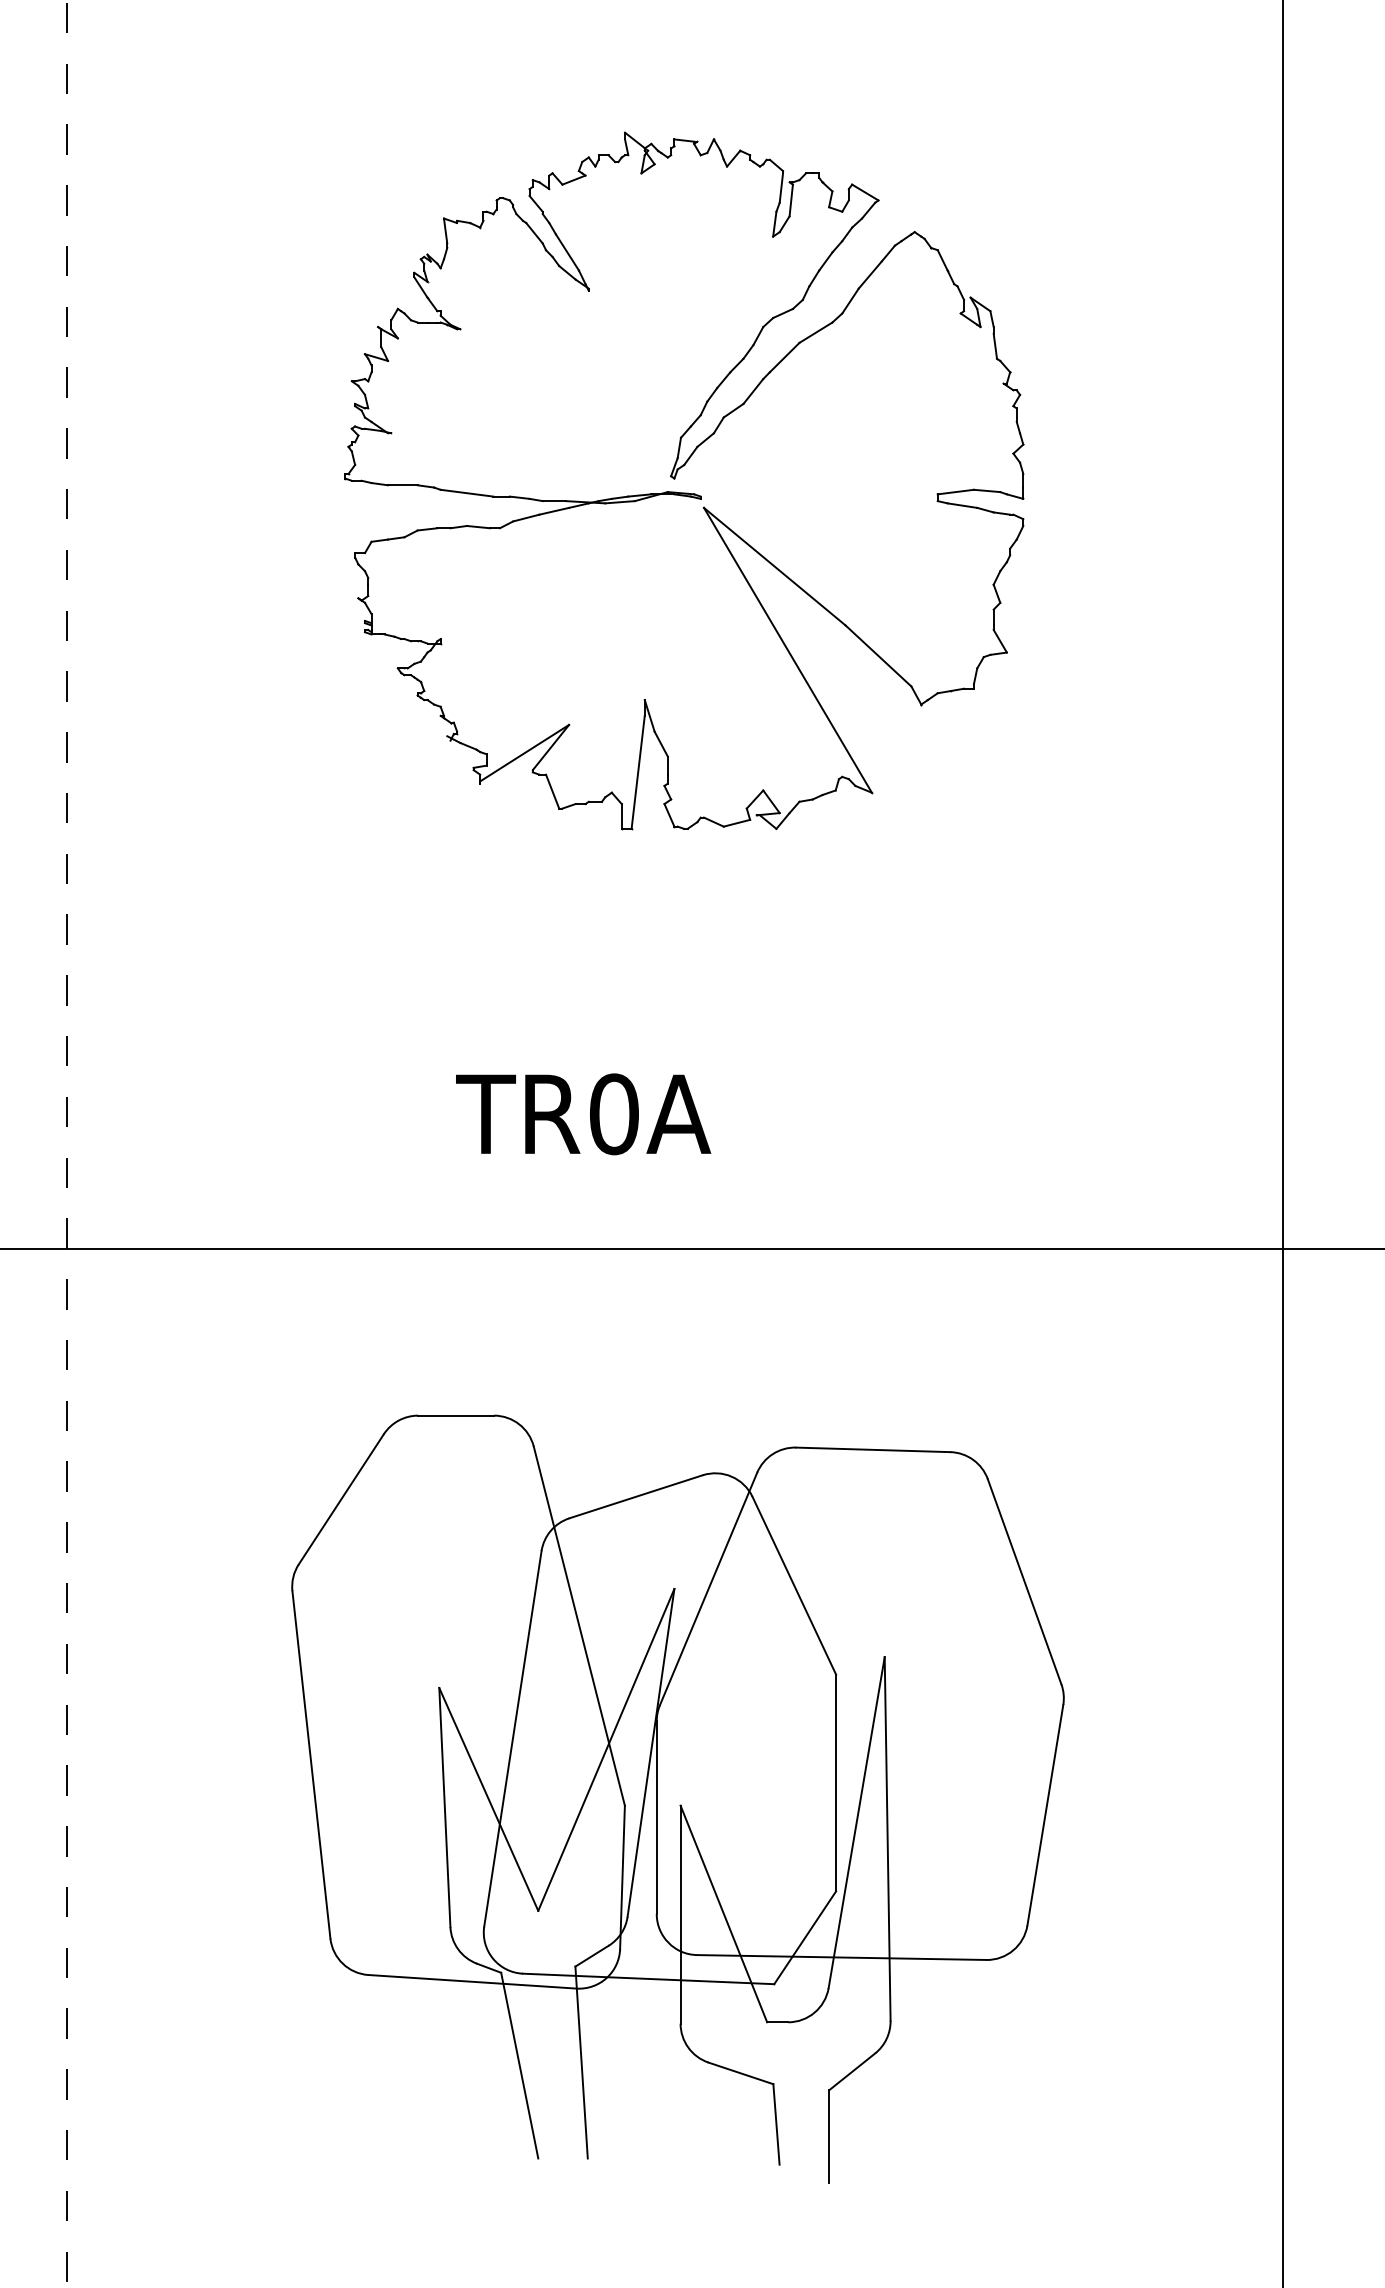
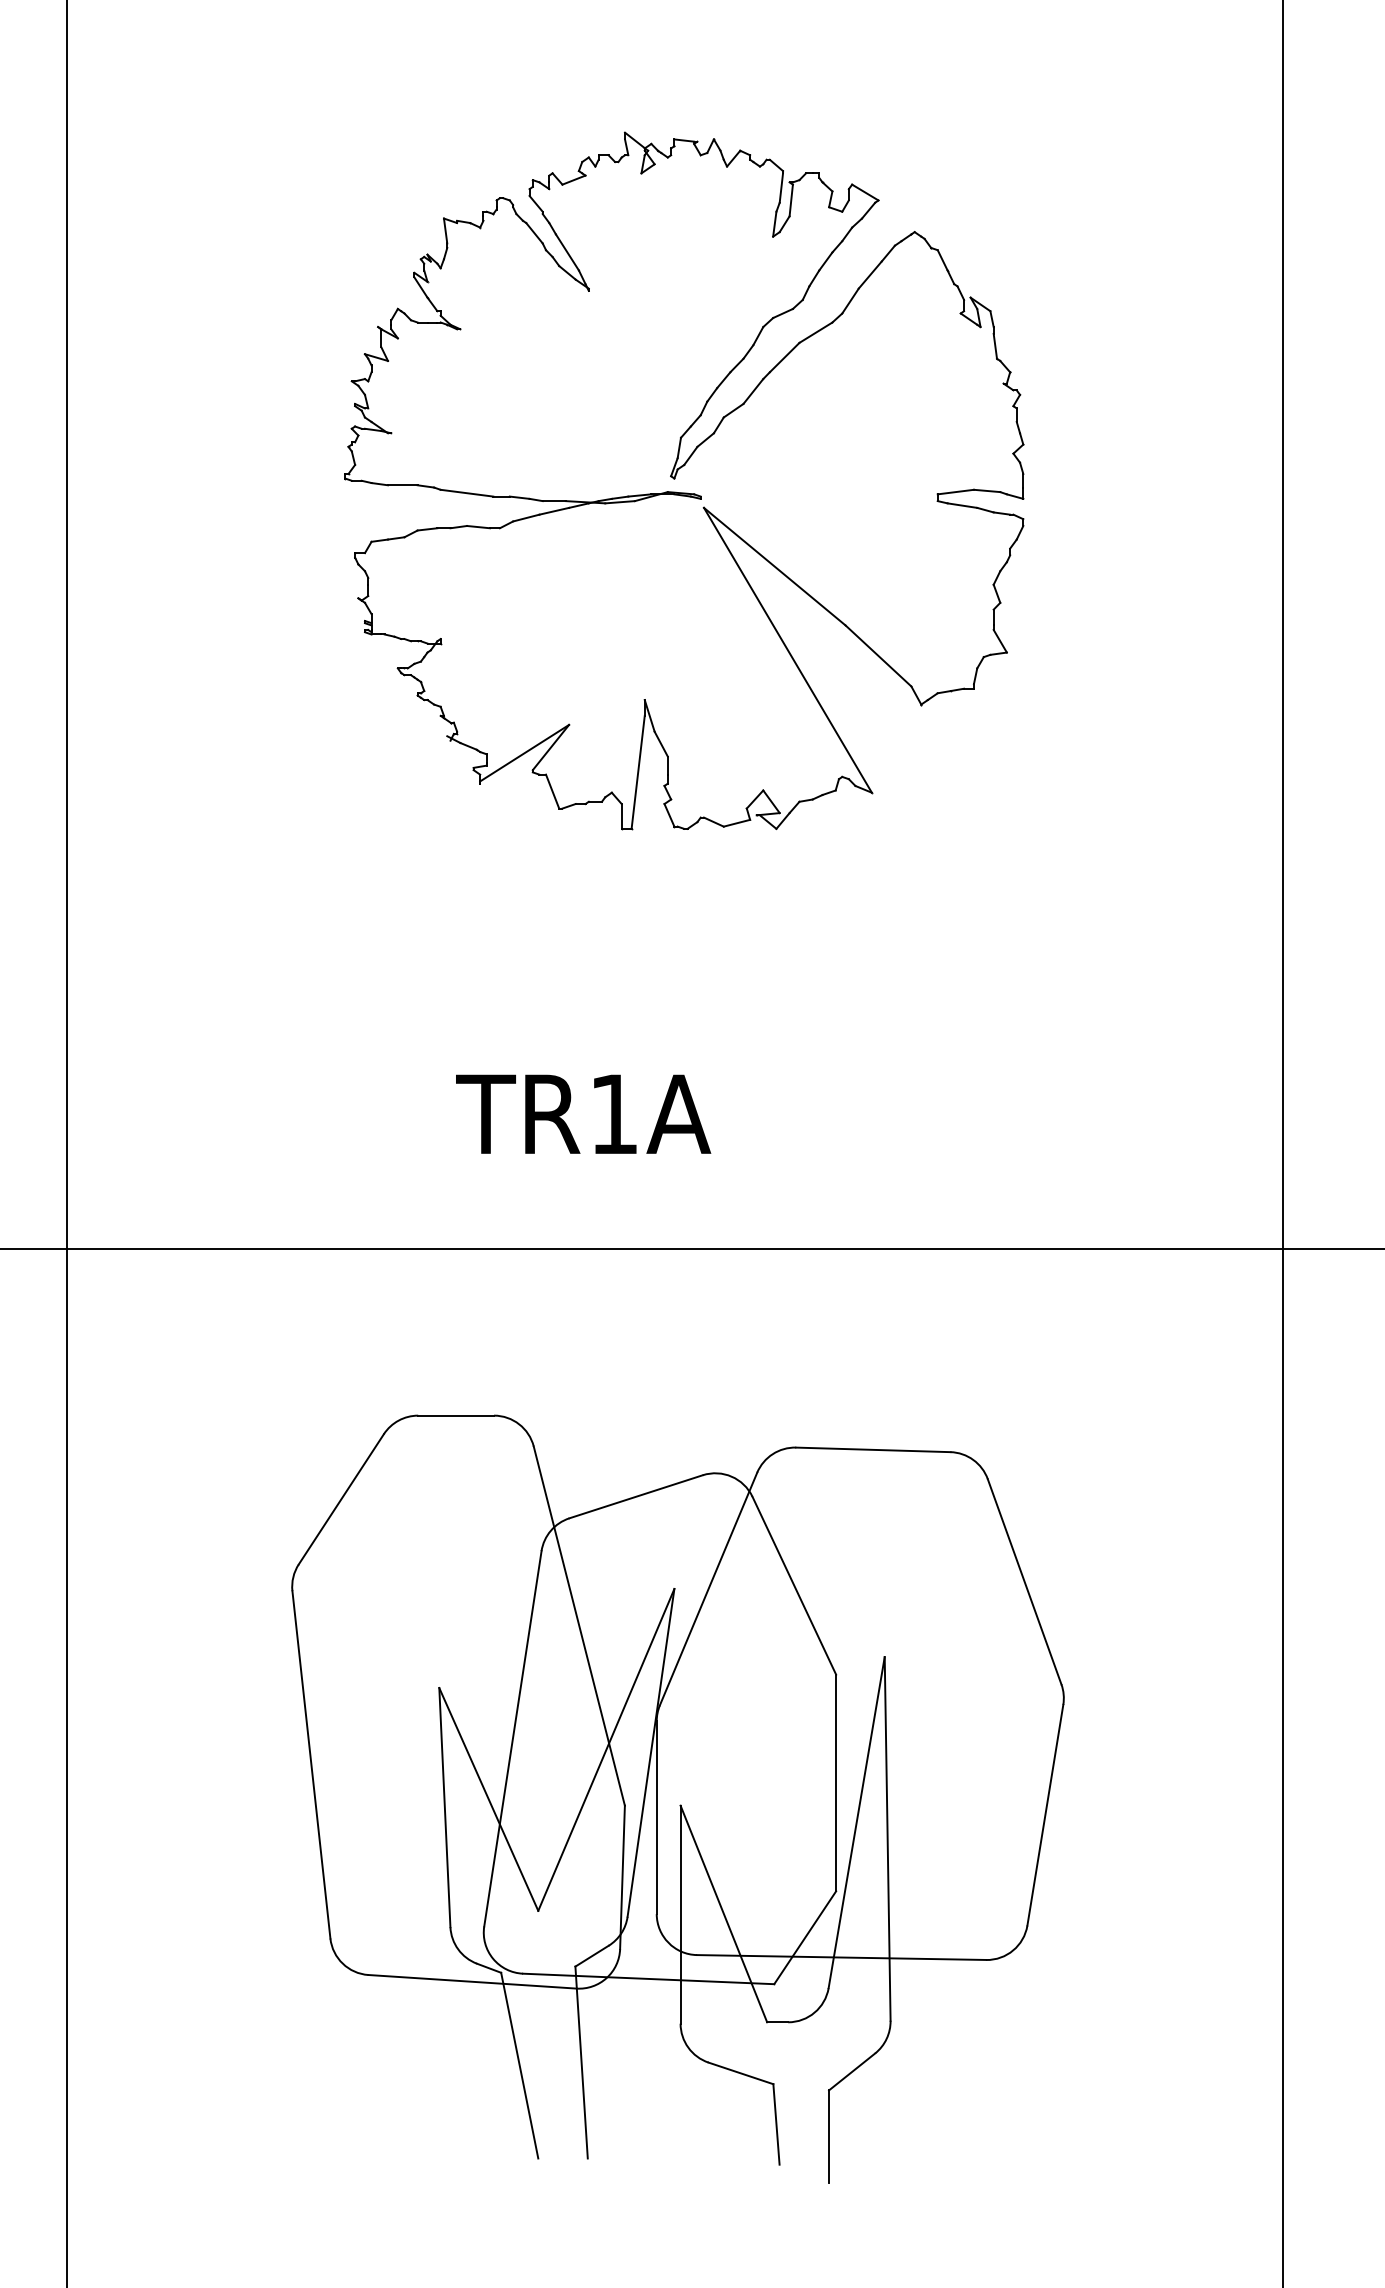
text at (614, 1114): TR0A -> TR1A
line at (67, 1143): dashed -> solid
